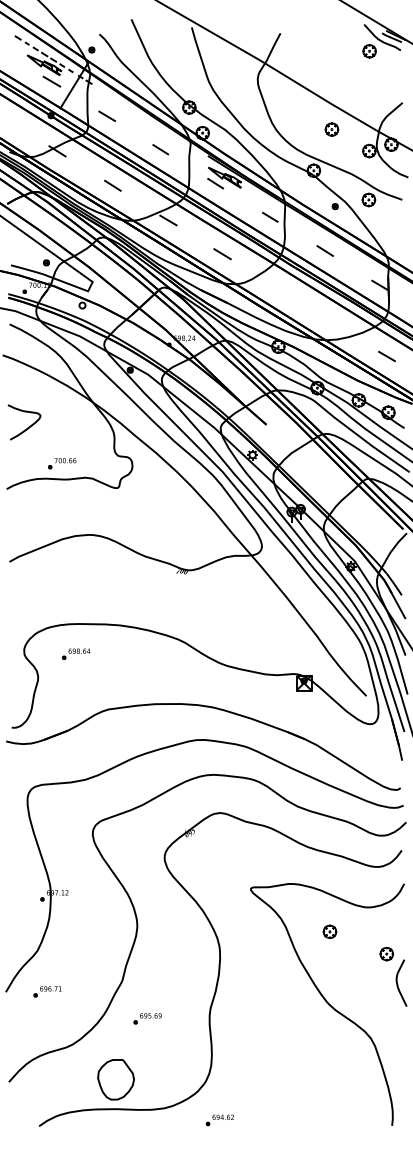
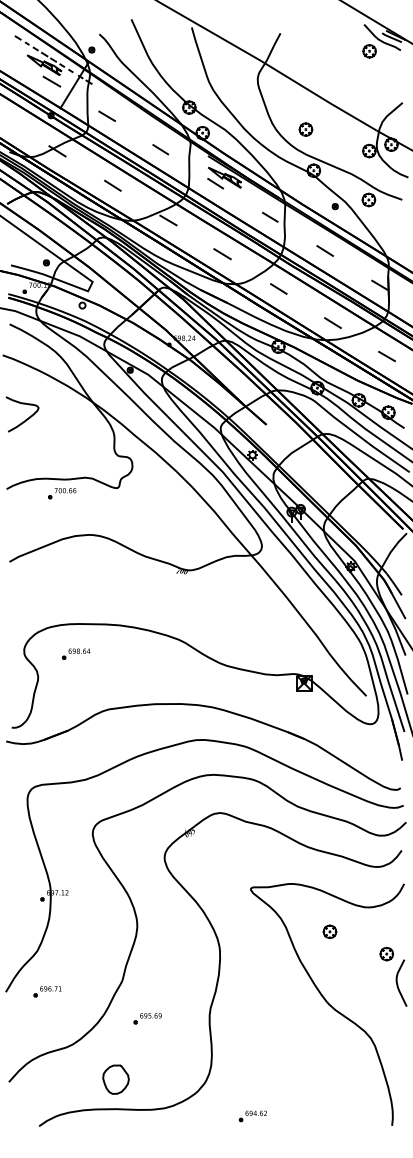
part at (331, 129) position: (331, 129) -> (305, 129)
line at (278, 288): none -> present
line at (332, 322): none -> present
curve at (28, 426) position: (28, 426) -> (26, 418)
part at (62, 463) position: (62, 463) -> (62, 493)
part at (115, 1079) size: 38x42 px -> 28x31 px
part at (219, 1120) position: (219, 1120) -> (252, 1116)
